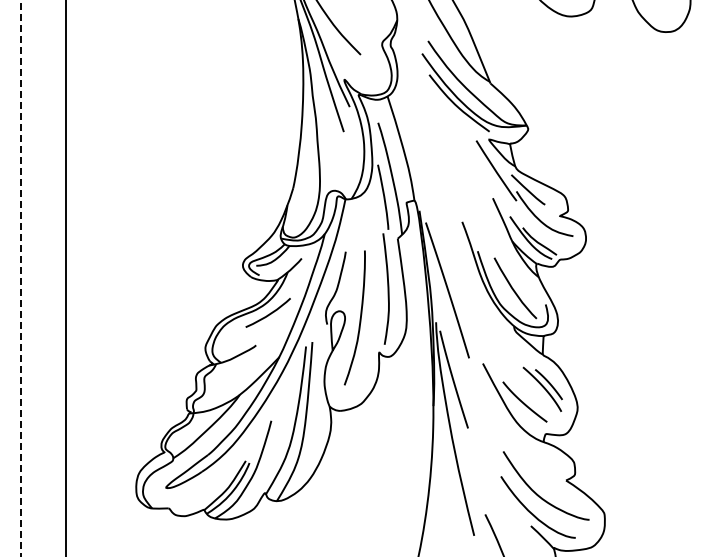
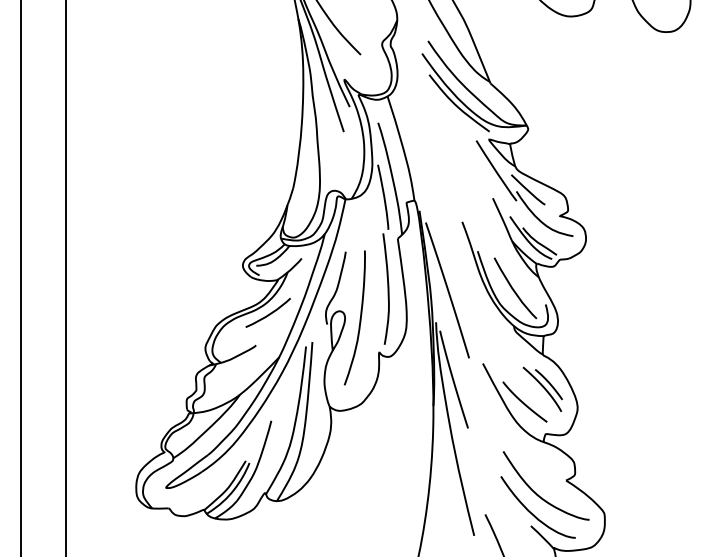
line at (21, 278): dashed -> solid
